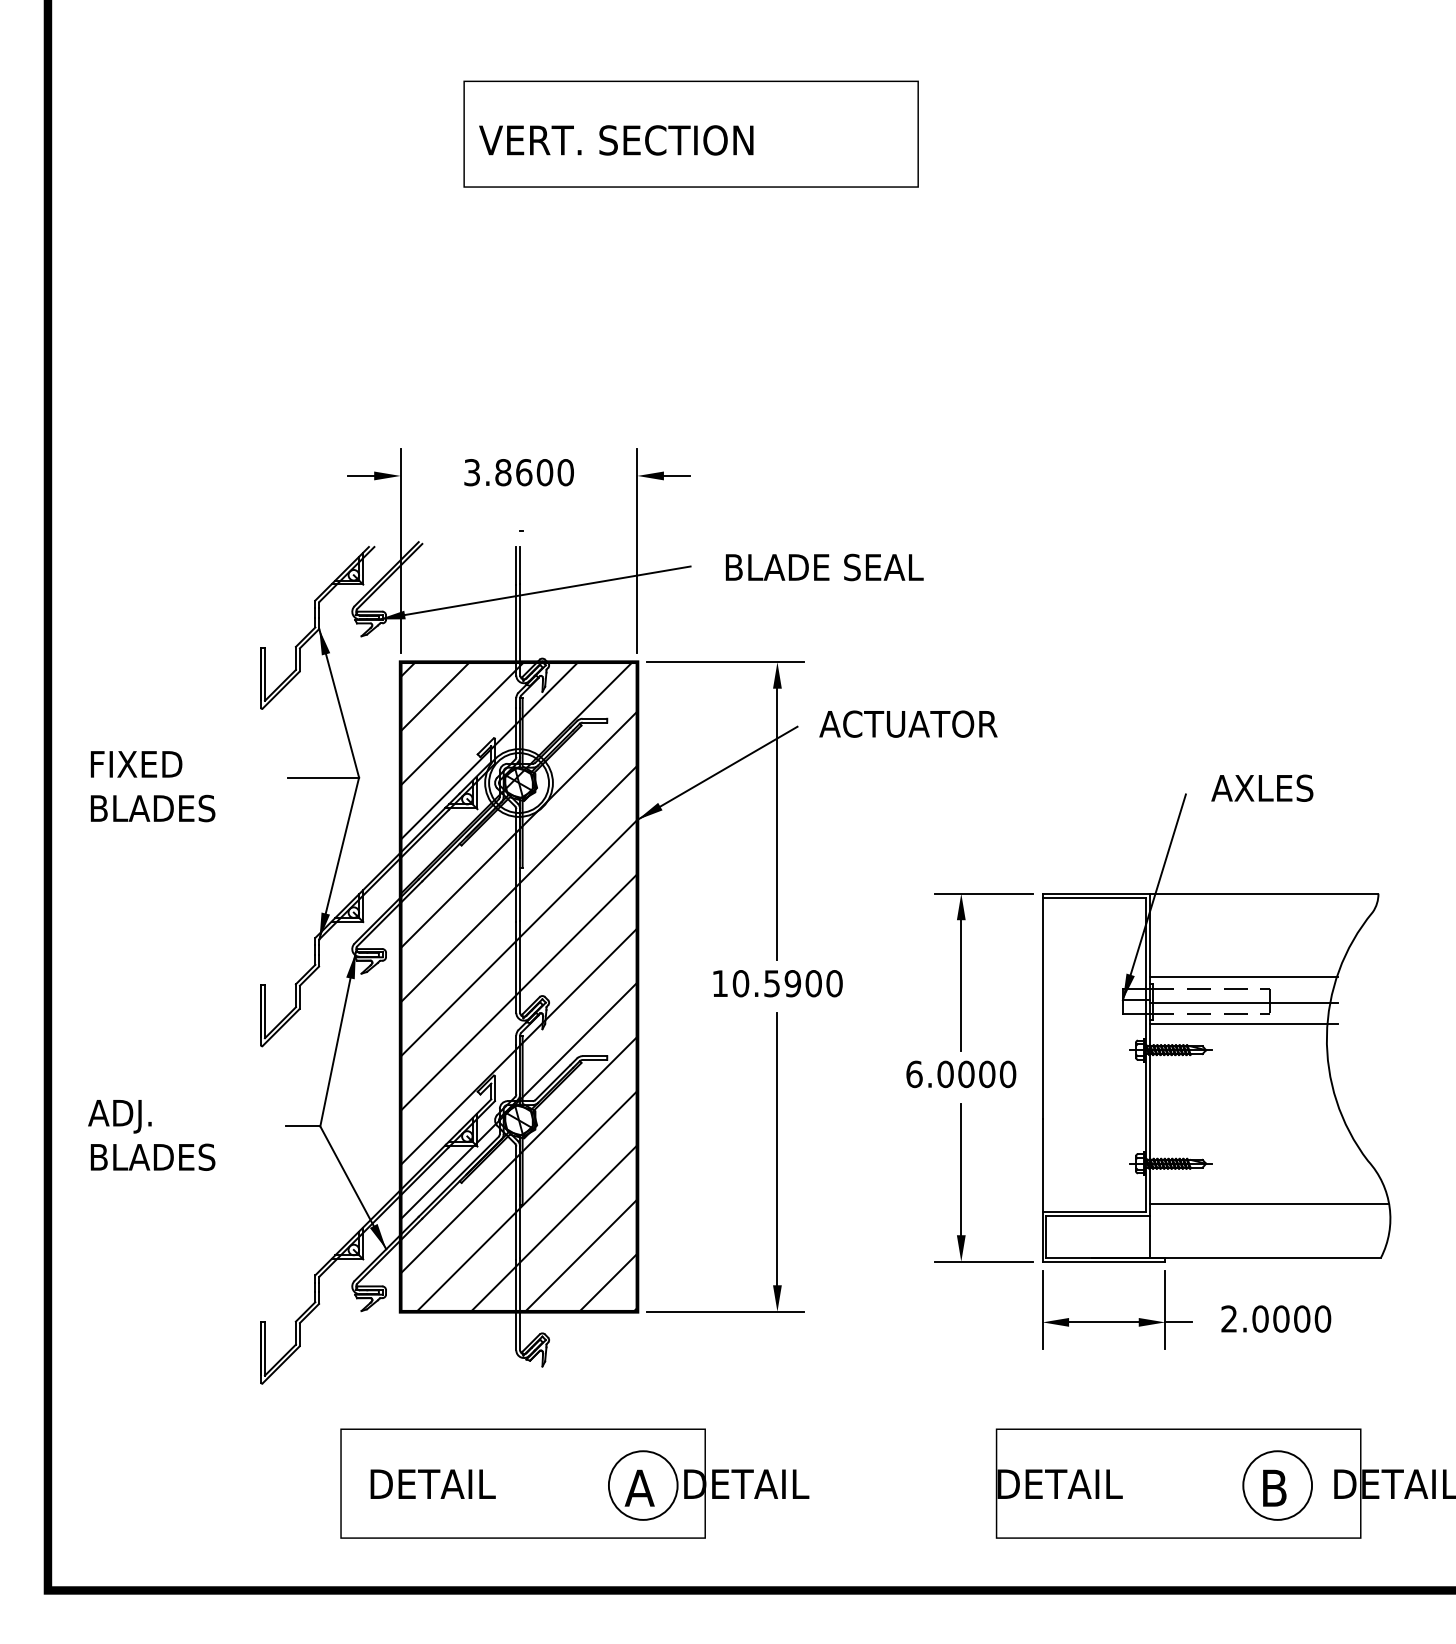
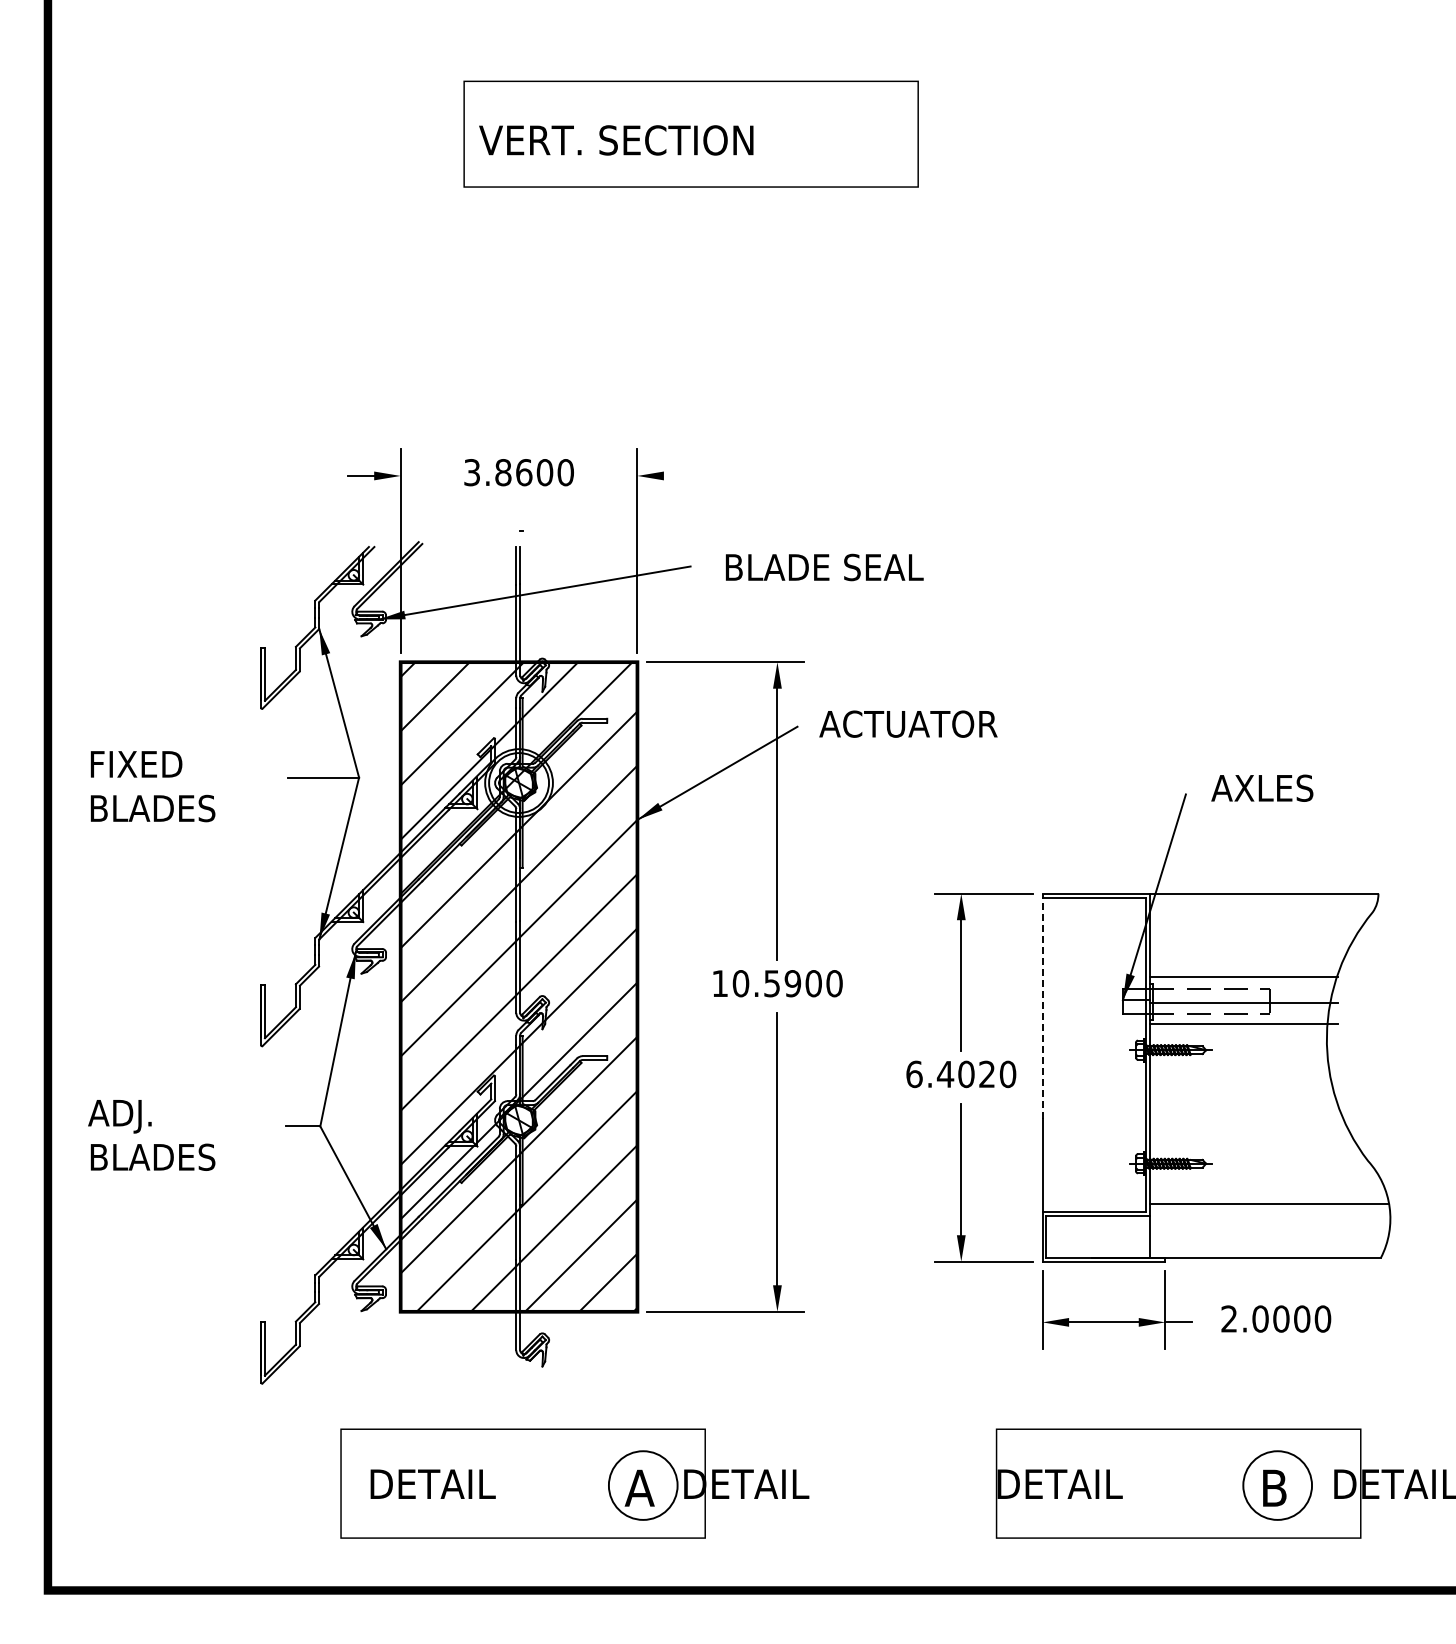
line at (676, 475): present -> none
line at (1042, 1005): solid -> dashed
text at (965, 1074): 6.0000 -> 6.4020
